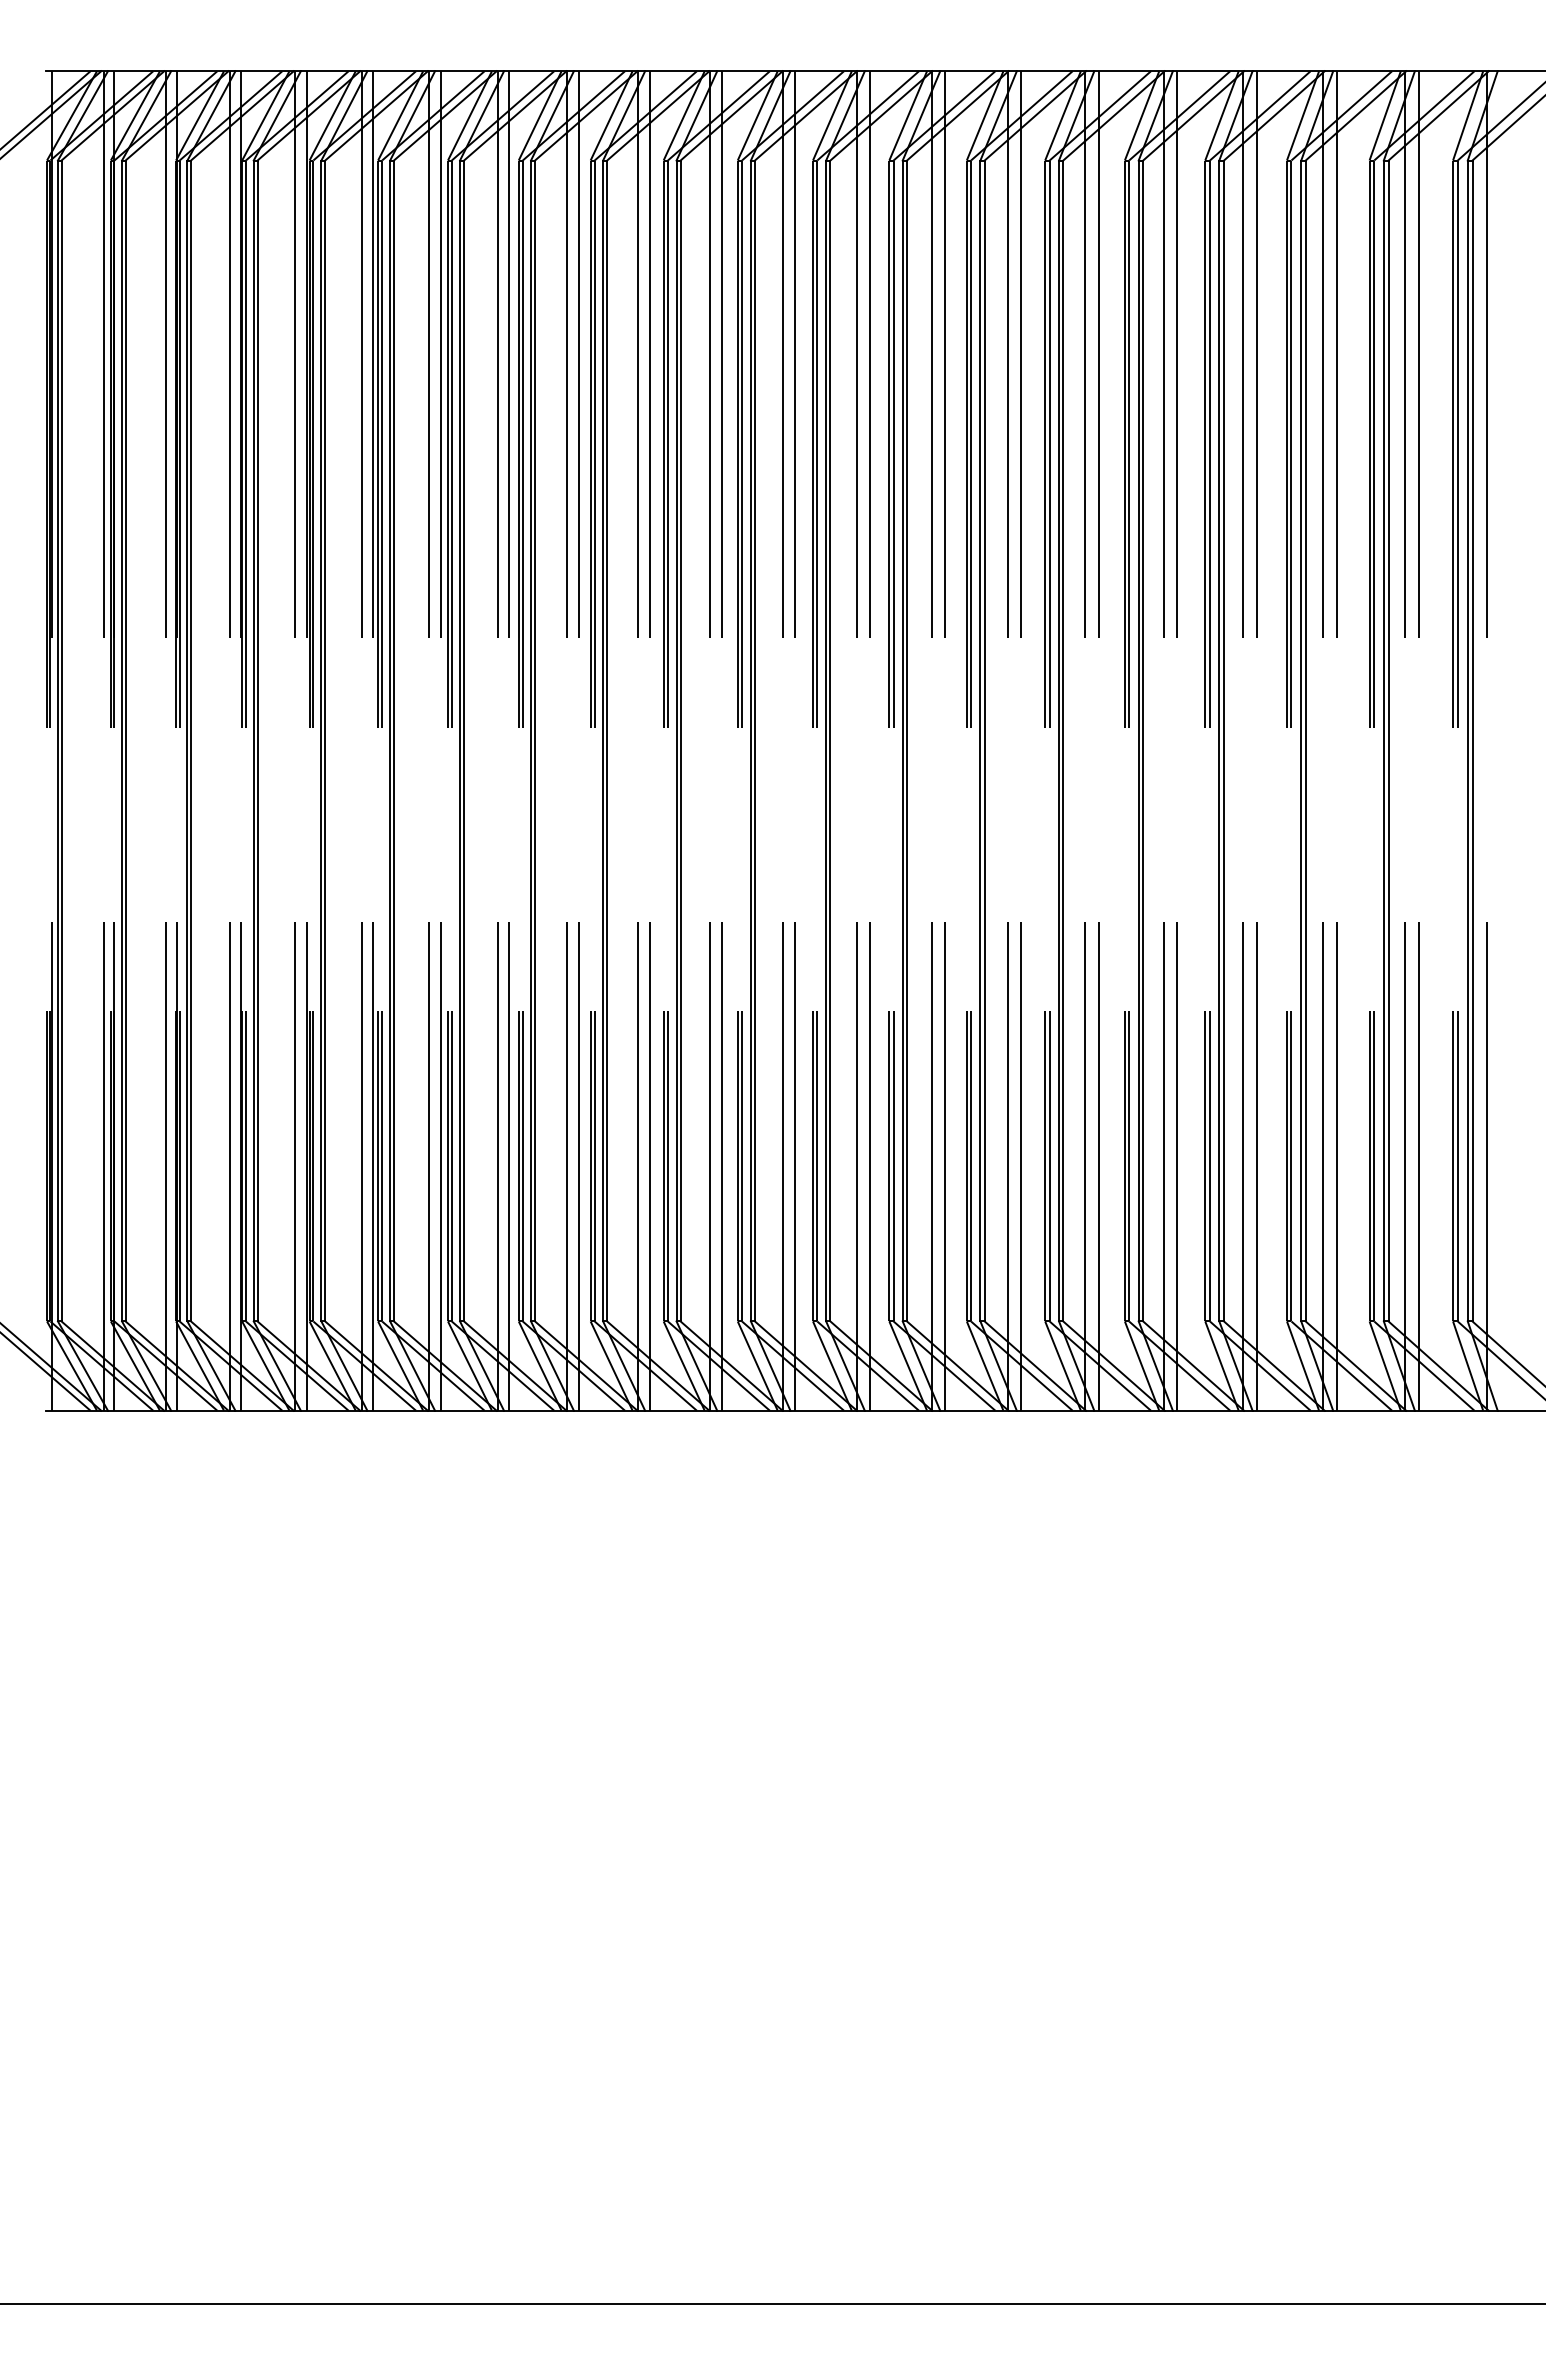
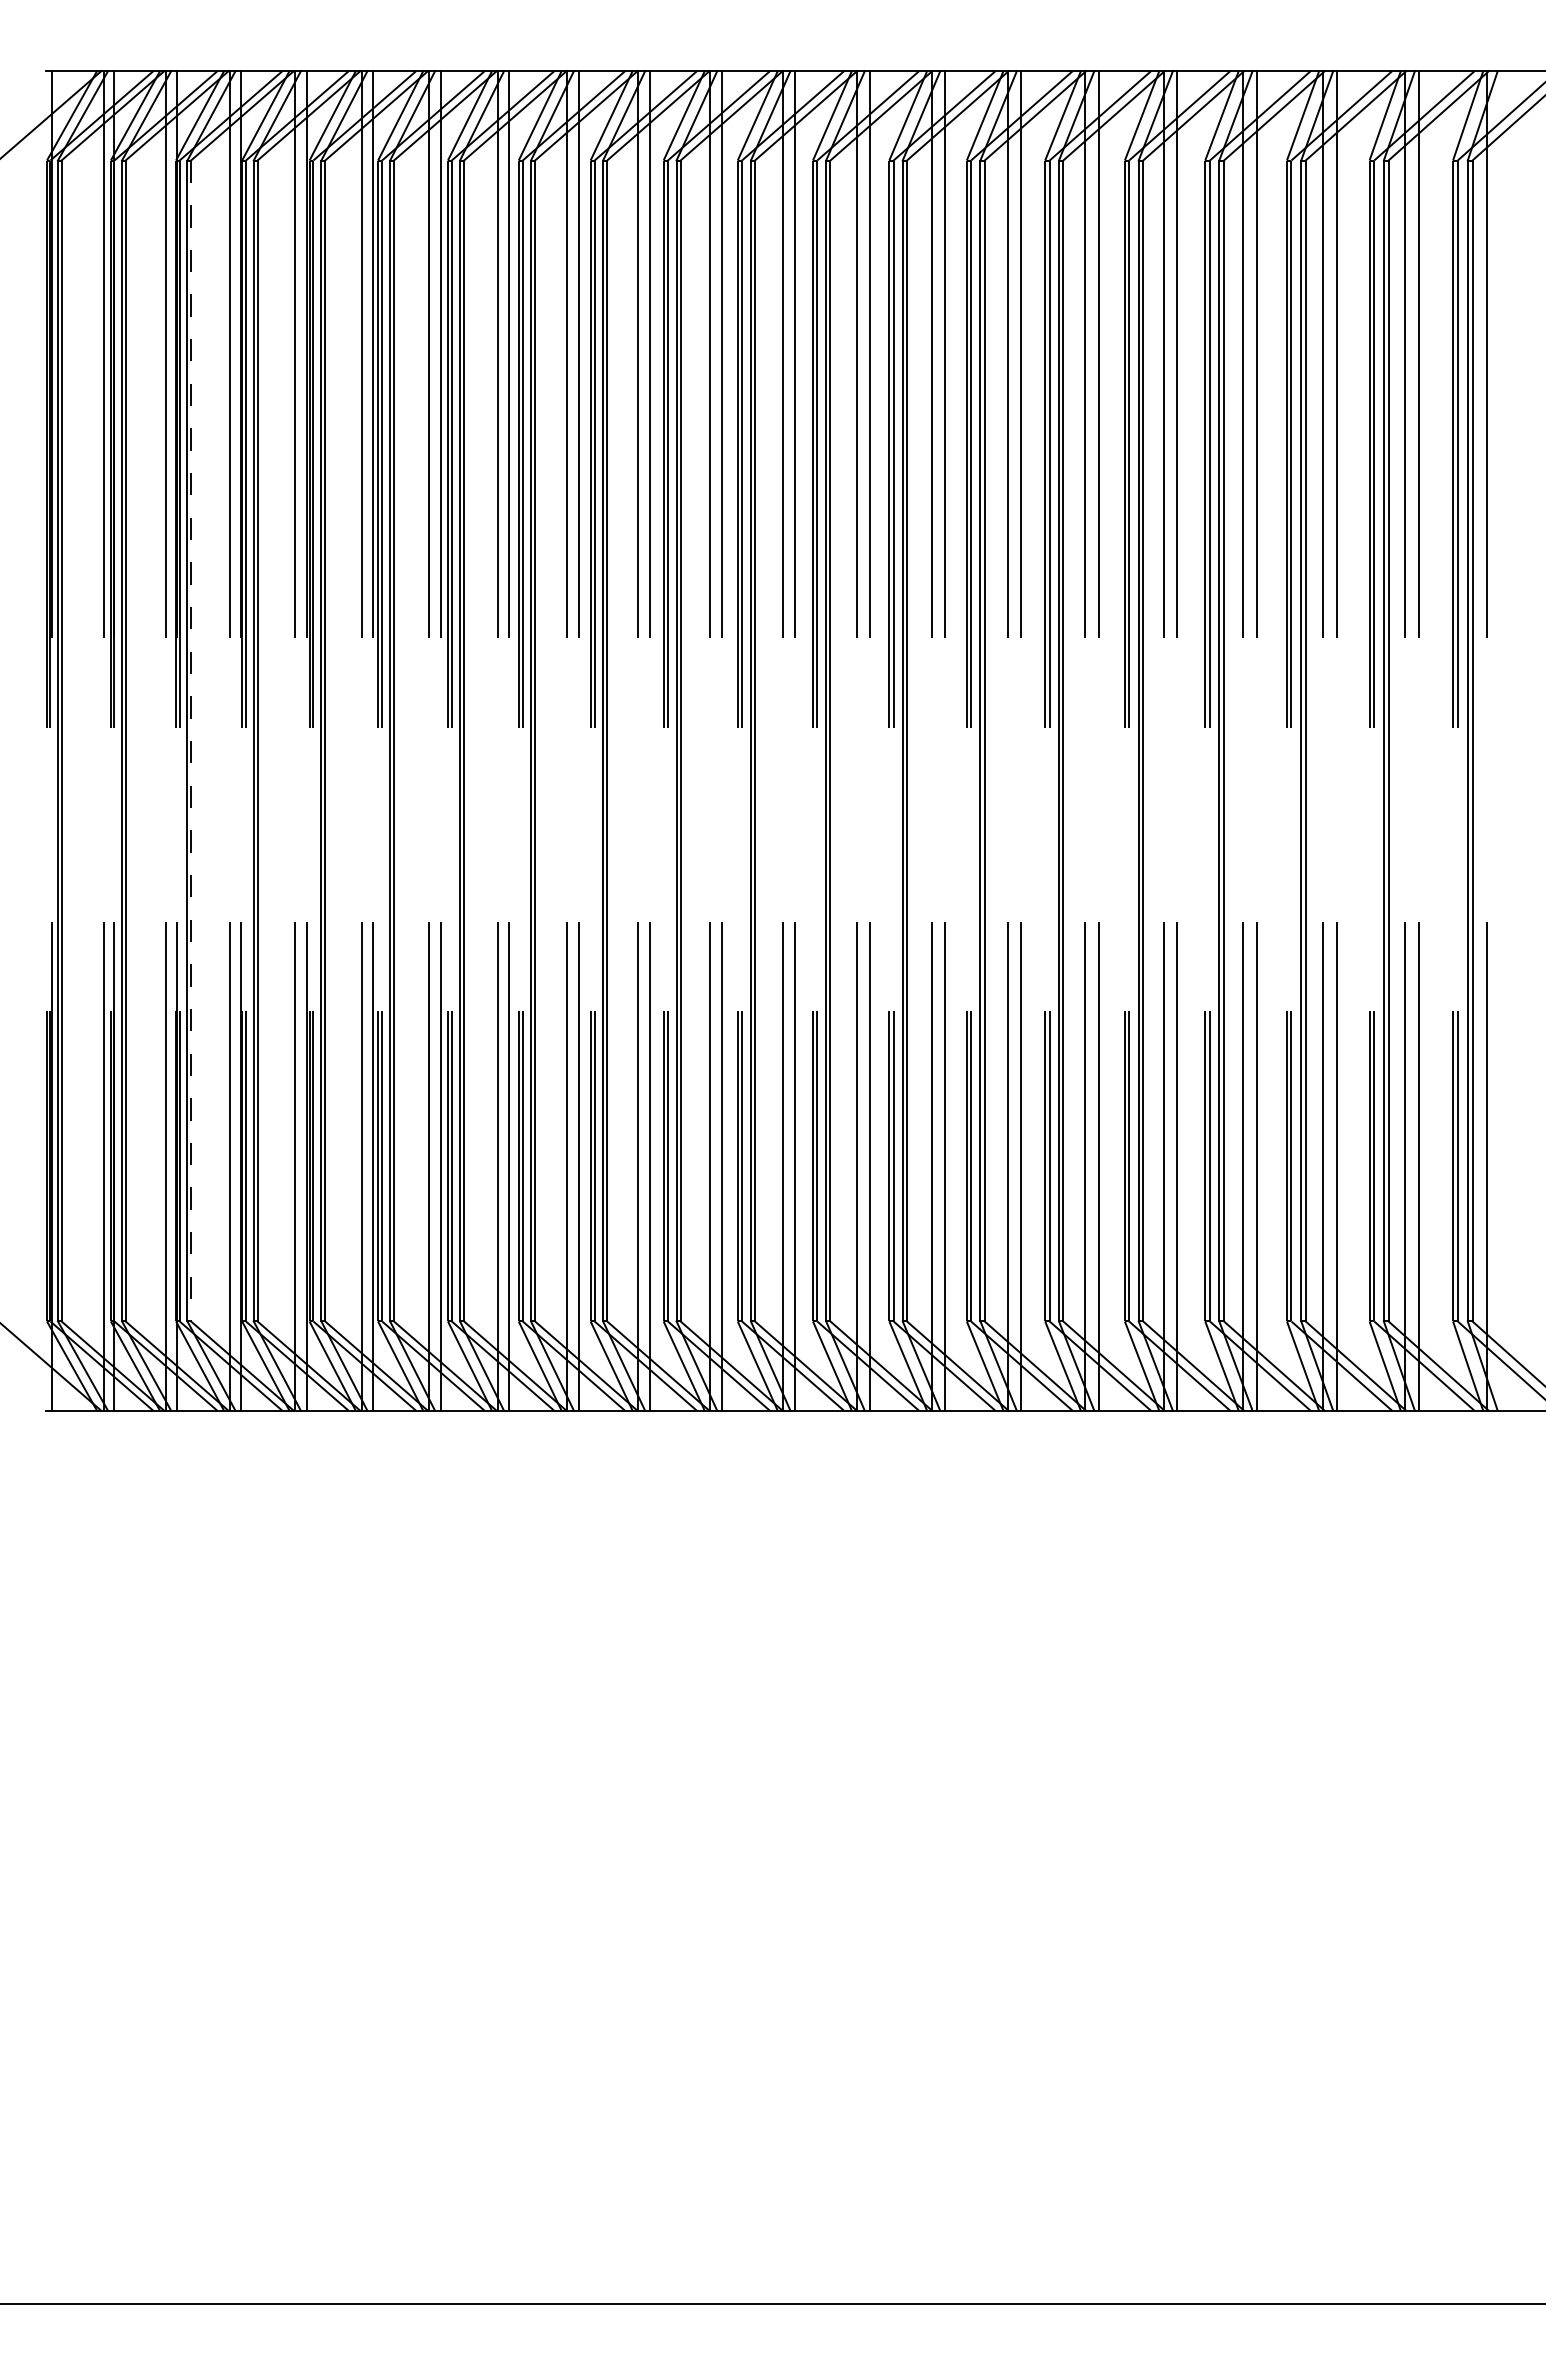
line at (46, 109): present -> none
line at (191, 741): solid -> dashed
line at (46, 1371): present -> none
